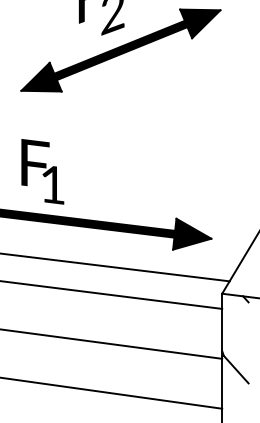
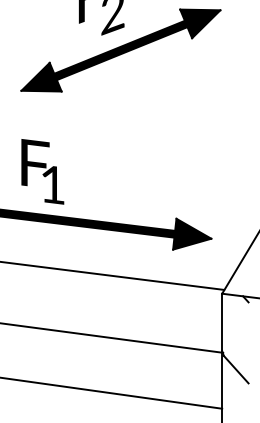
line at (115, 267): present -> none
line at (112, 294) position: (112, 294) -> (113, 275)
line at (112, 343) position: (112, 343) -> (112, 337)
